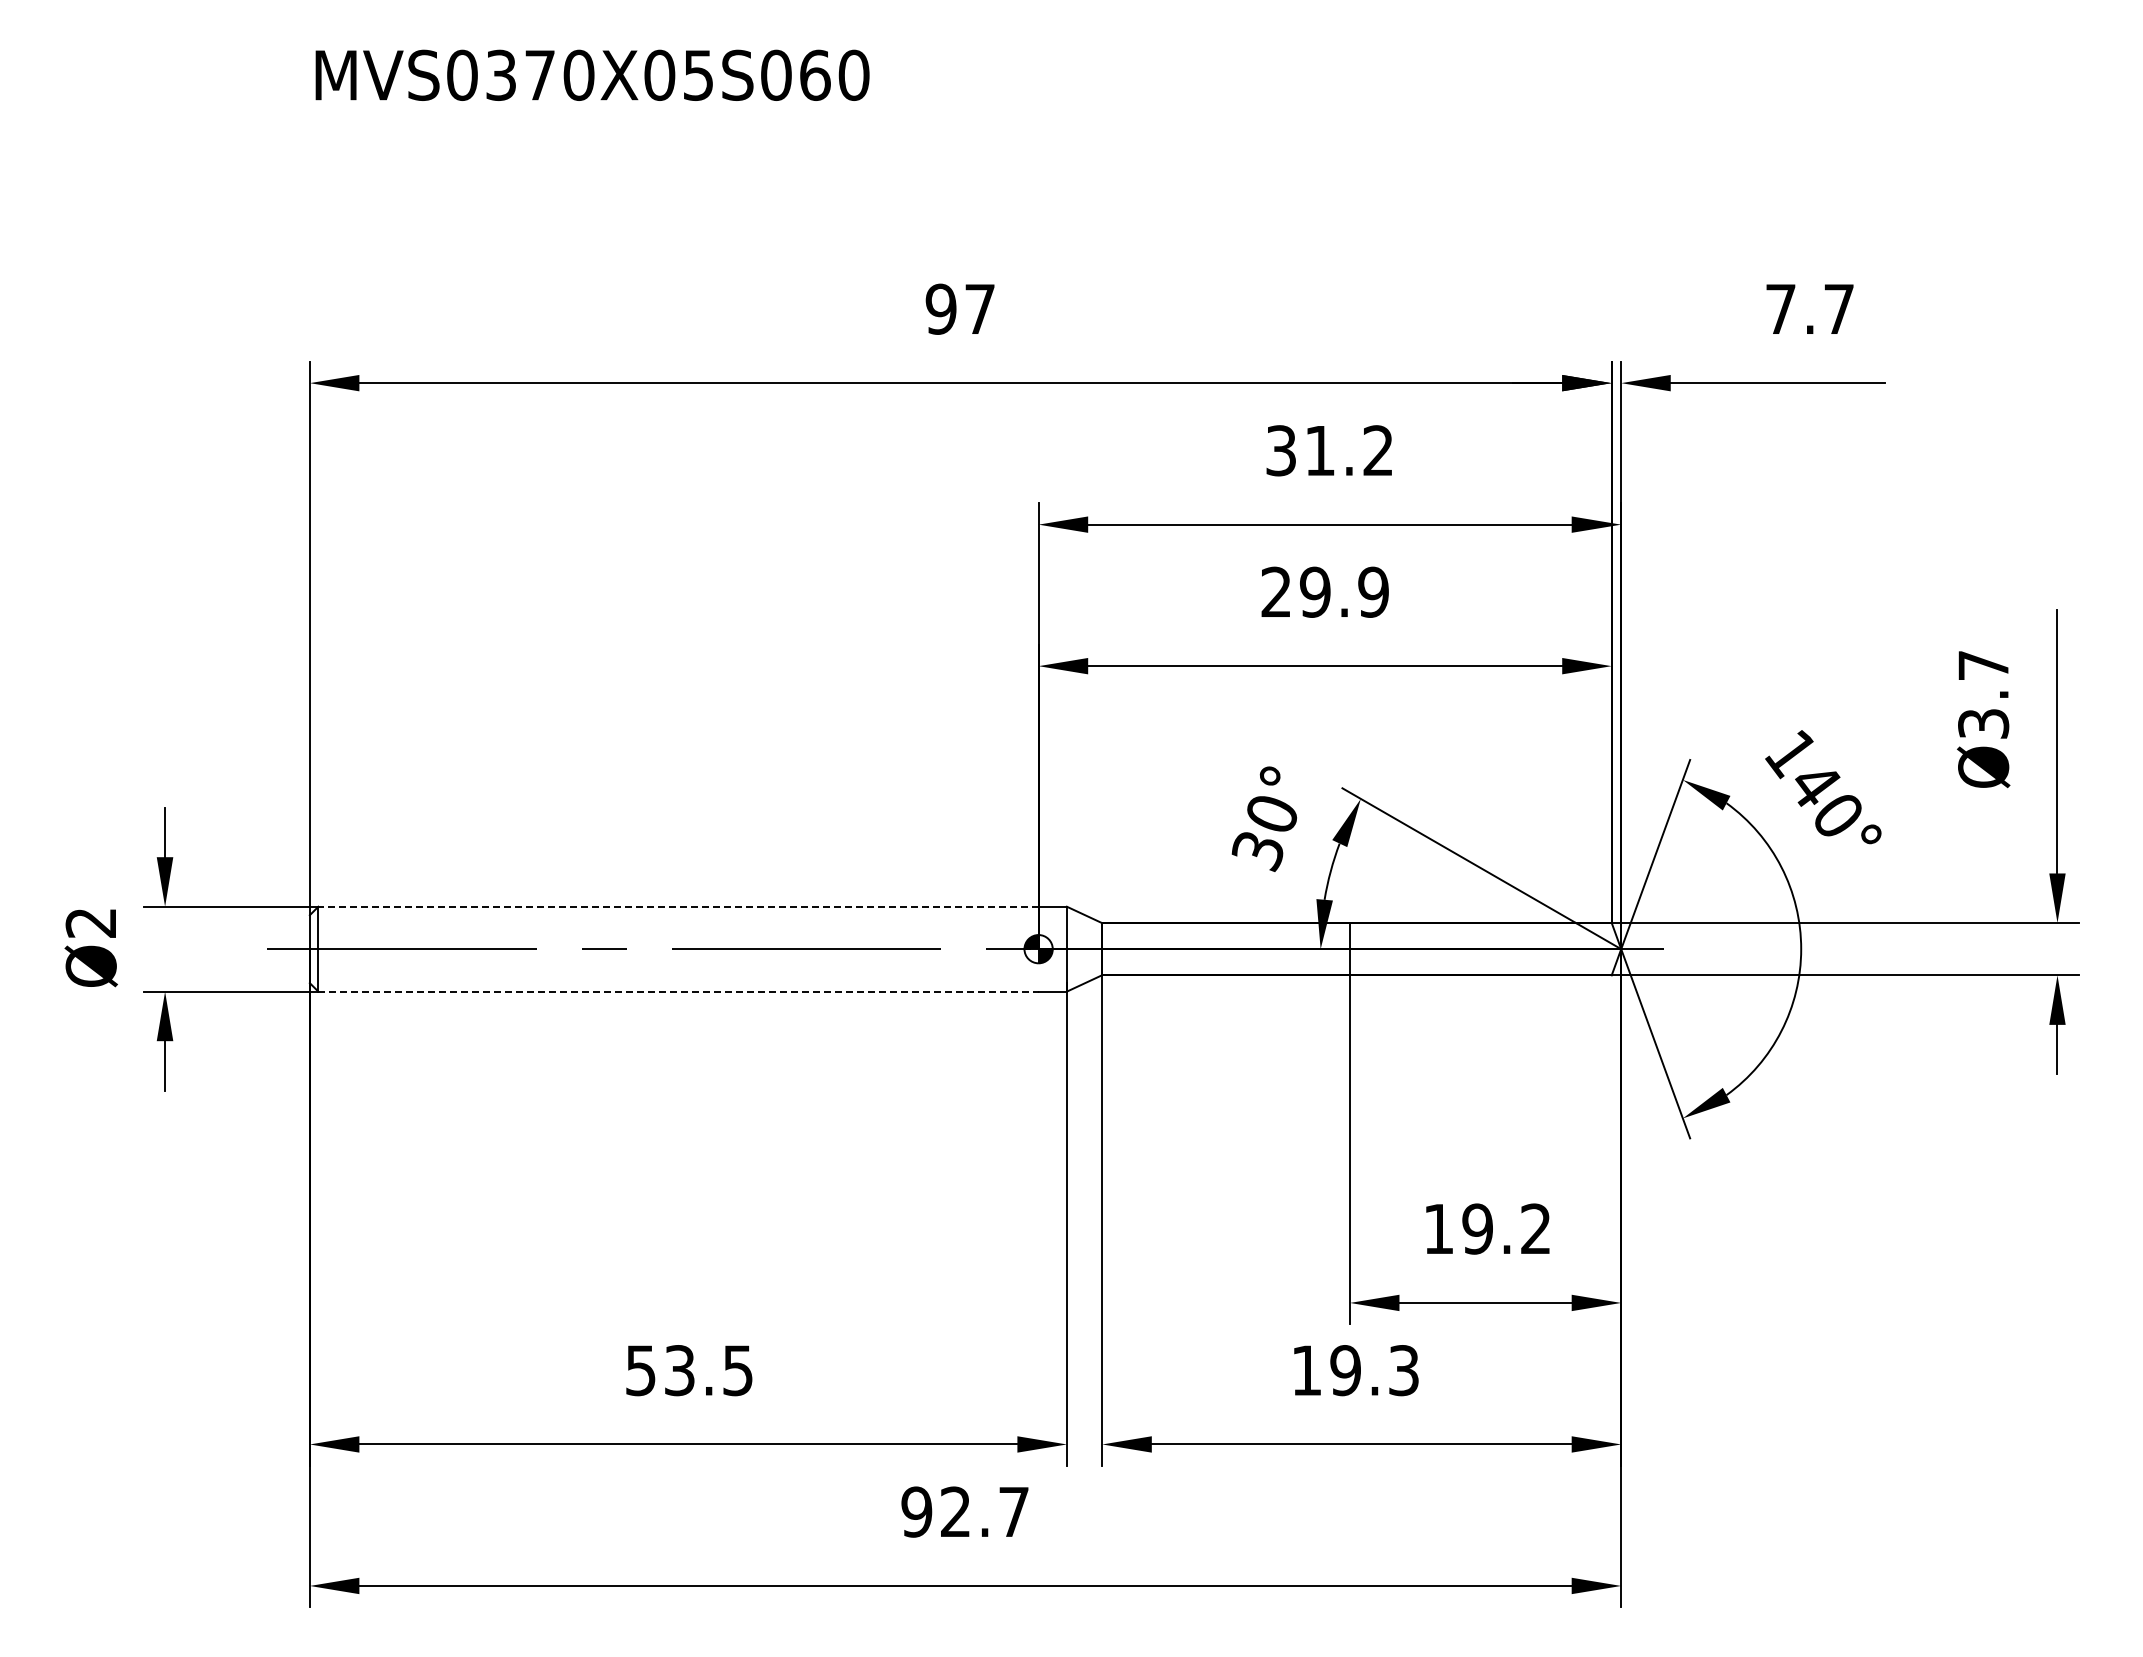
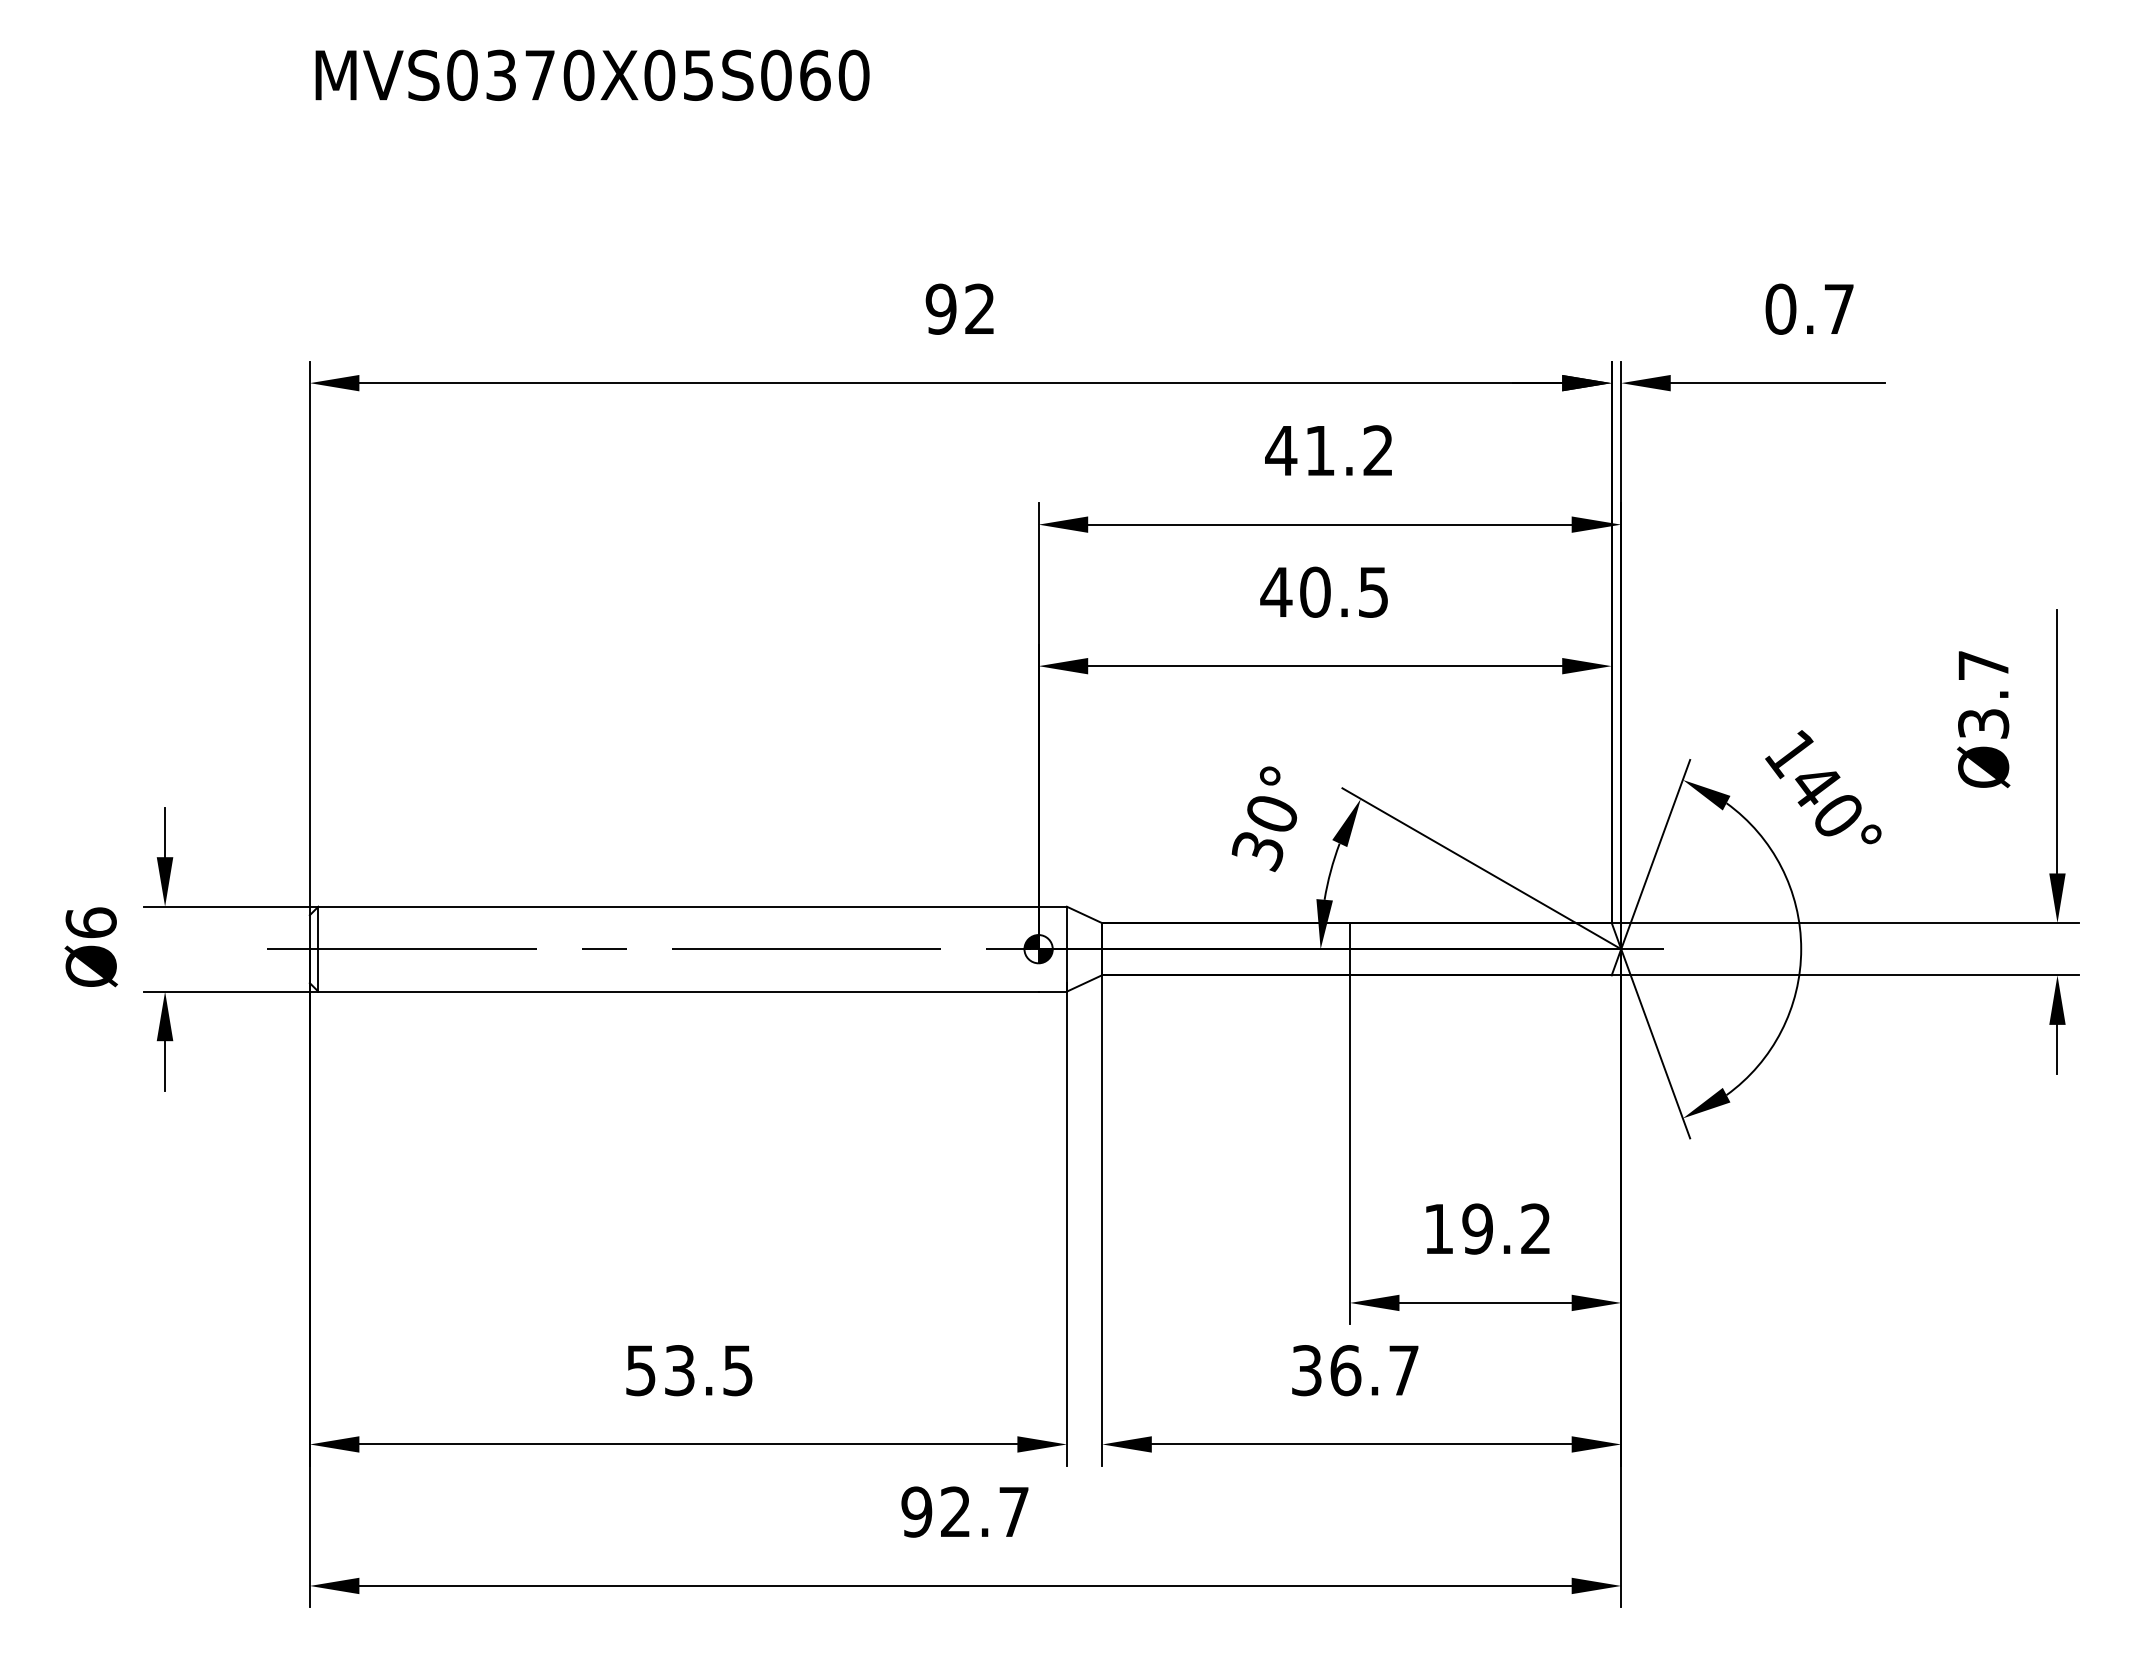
text at (979, 308): 97 -> 92
text at (1780, 308): 7.7 -> 0.7
text at (1281, 450): 31.2 -> 41.2
text at (1324, 591): 29.9 -> 40.5
line at (677, 906): dashed -> solid
text at (90, 922): Ø2 -> Ø6
line at (678, 991): dashed -> solid
text at (1355, 1370): 19.3 -> 36.7
